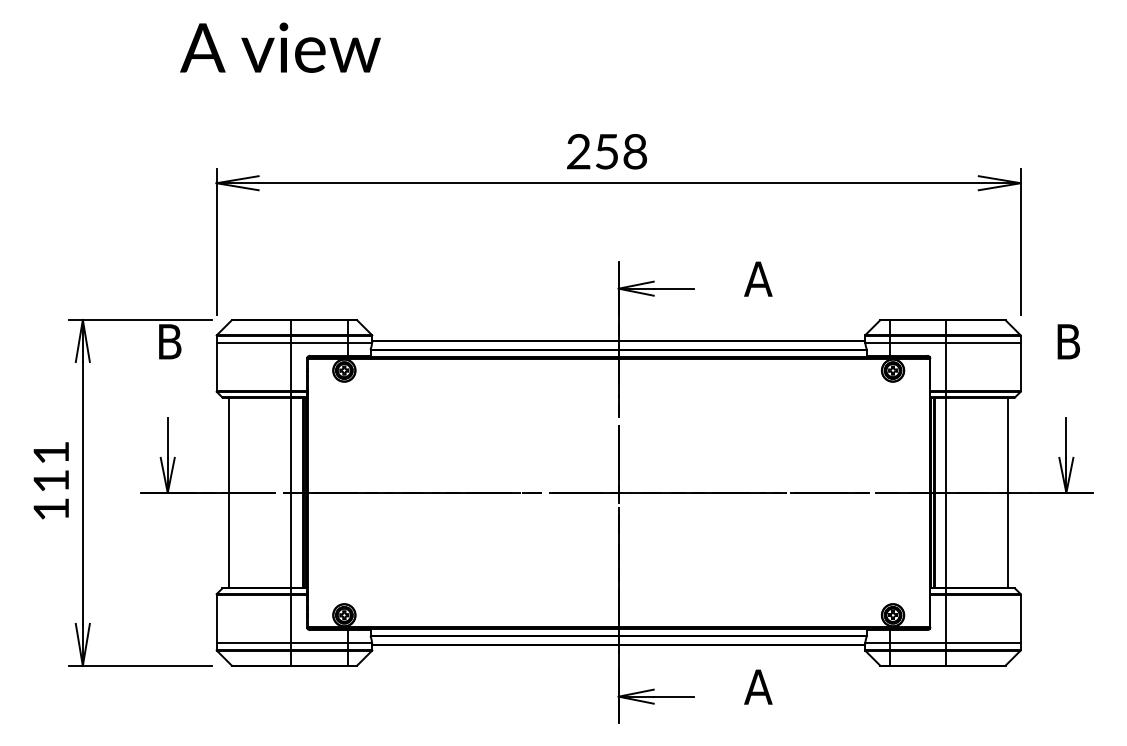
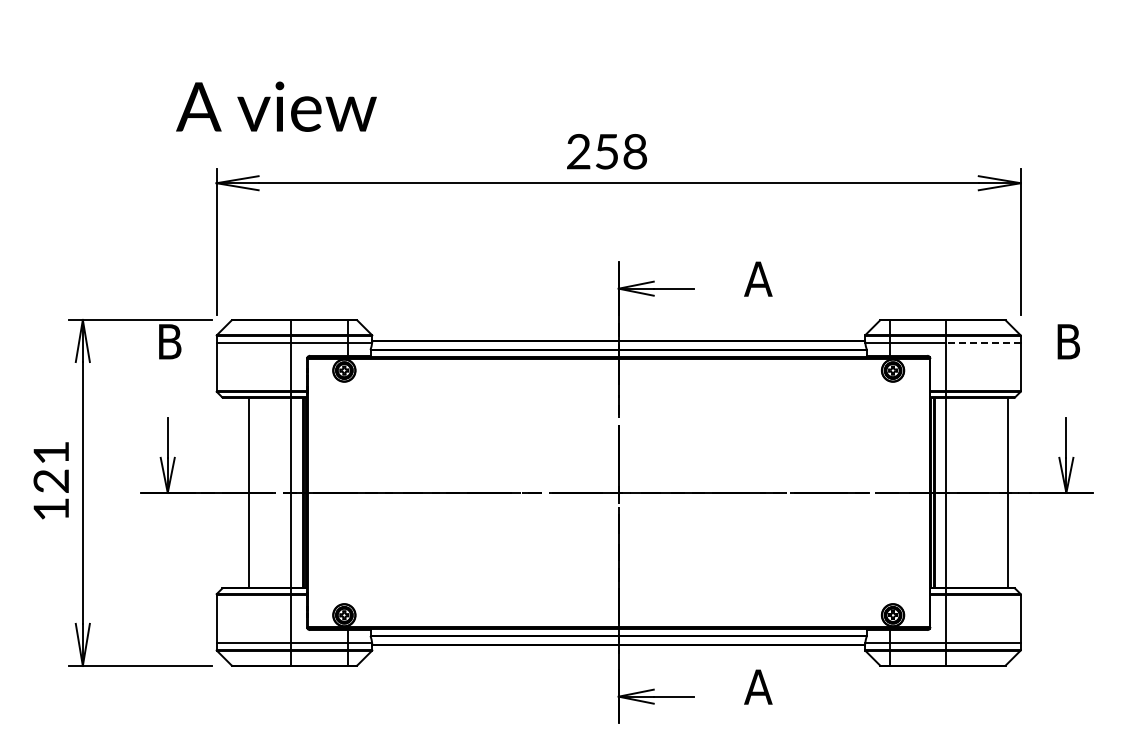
text at (280, 47) position: (280, 47) -> (276, 106)
line at (982, 343): solid -> dashed
text at (50, 480): 111 -> 121
line at (229, 492) position: (229, 492) -> (249, 492)
